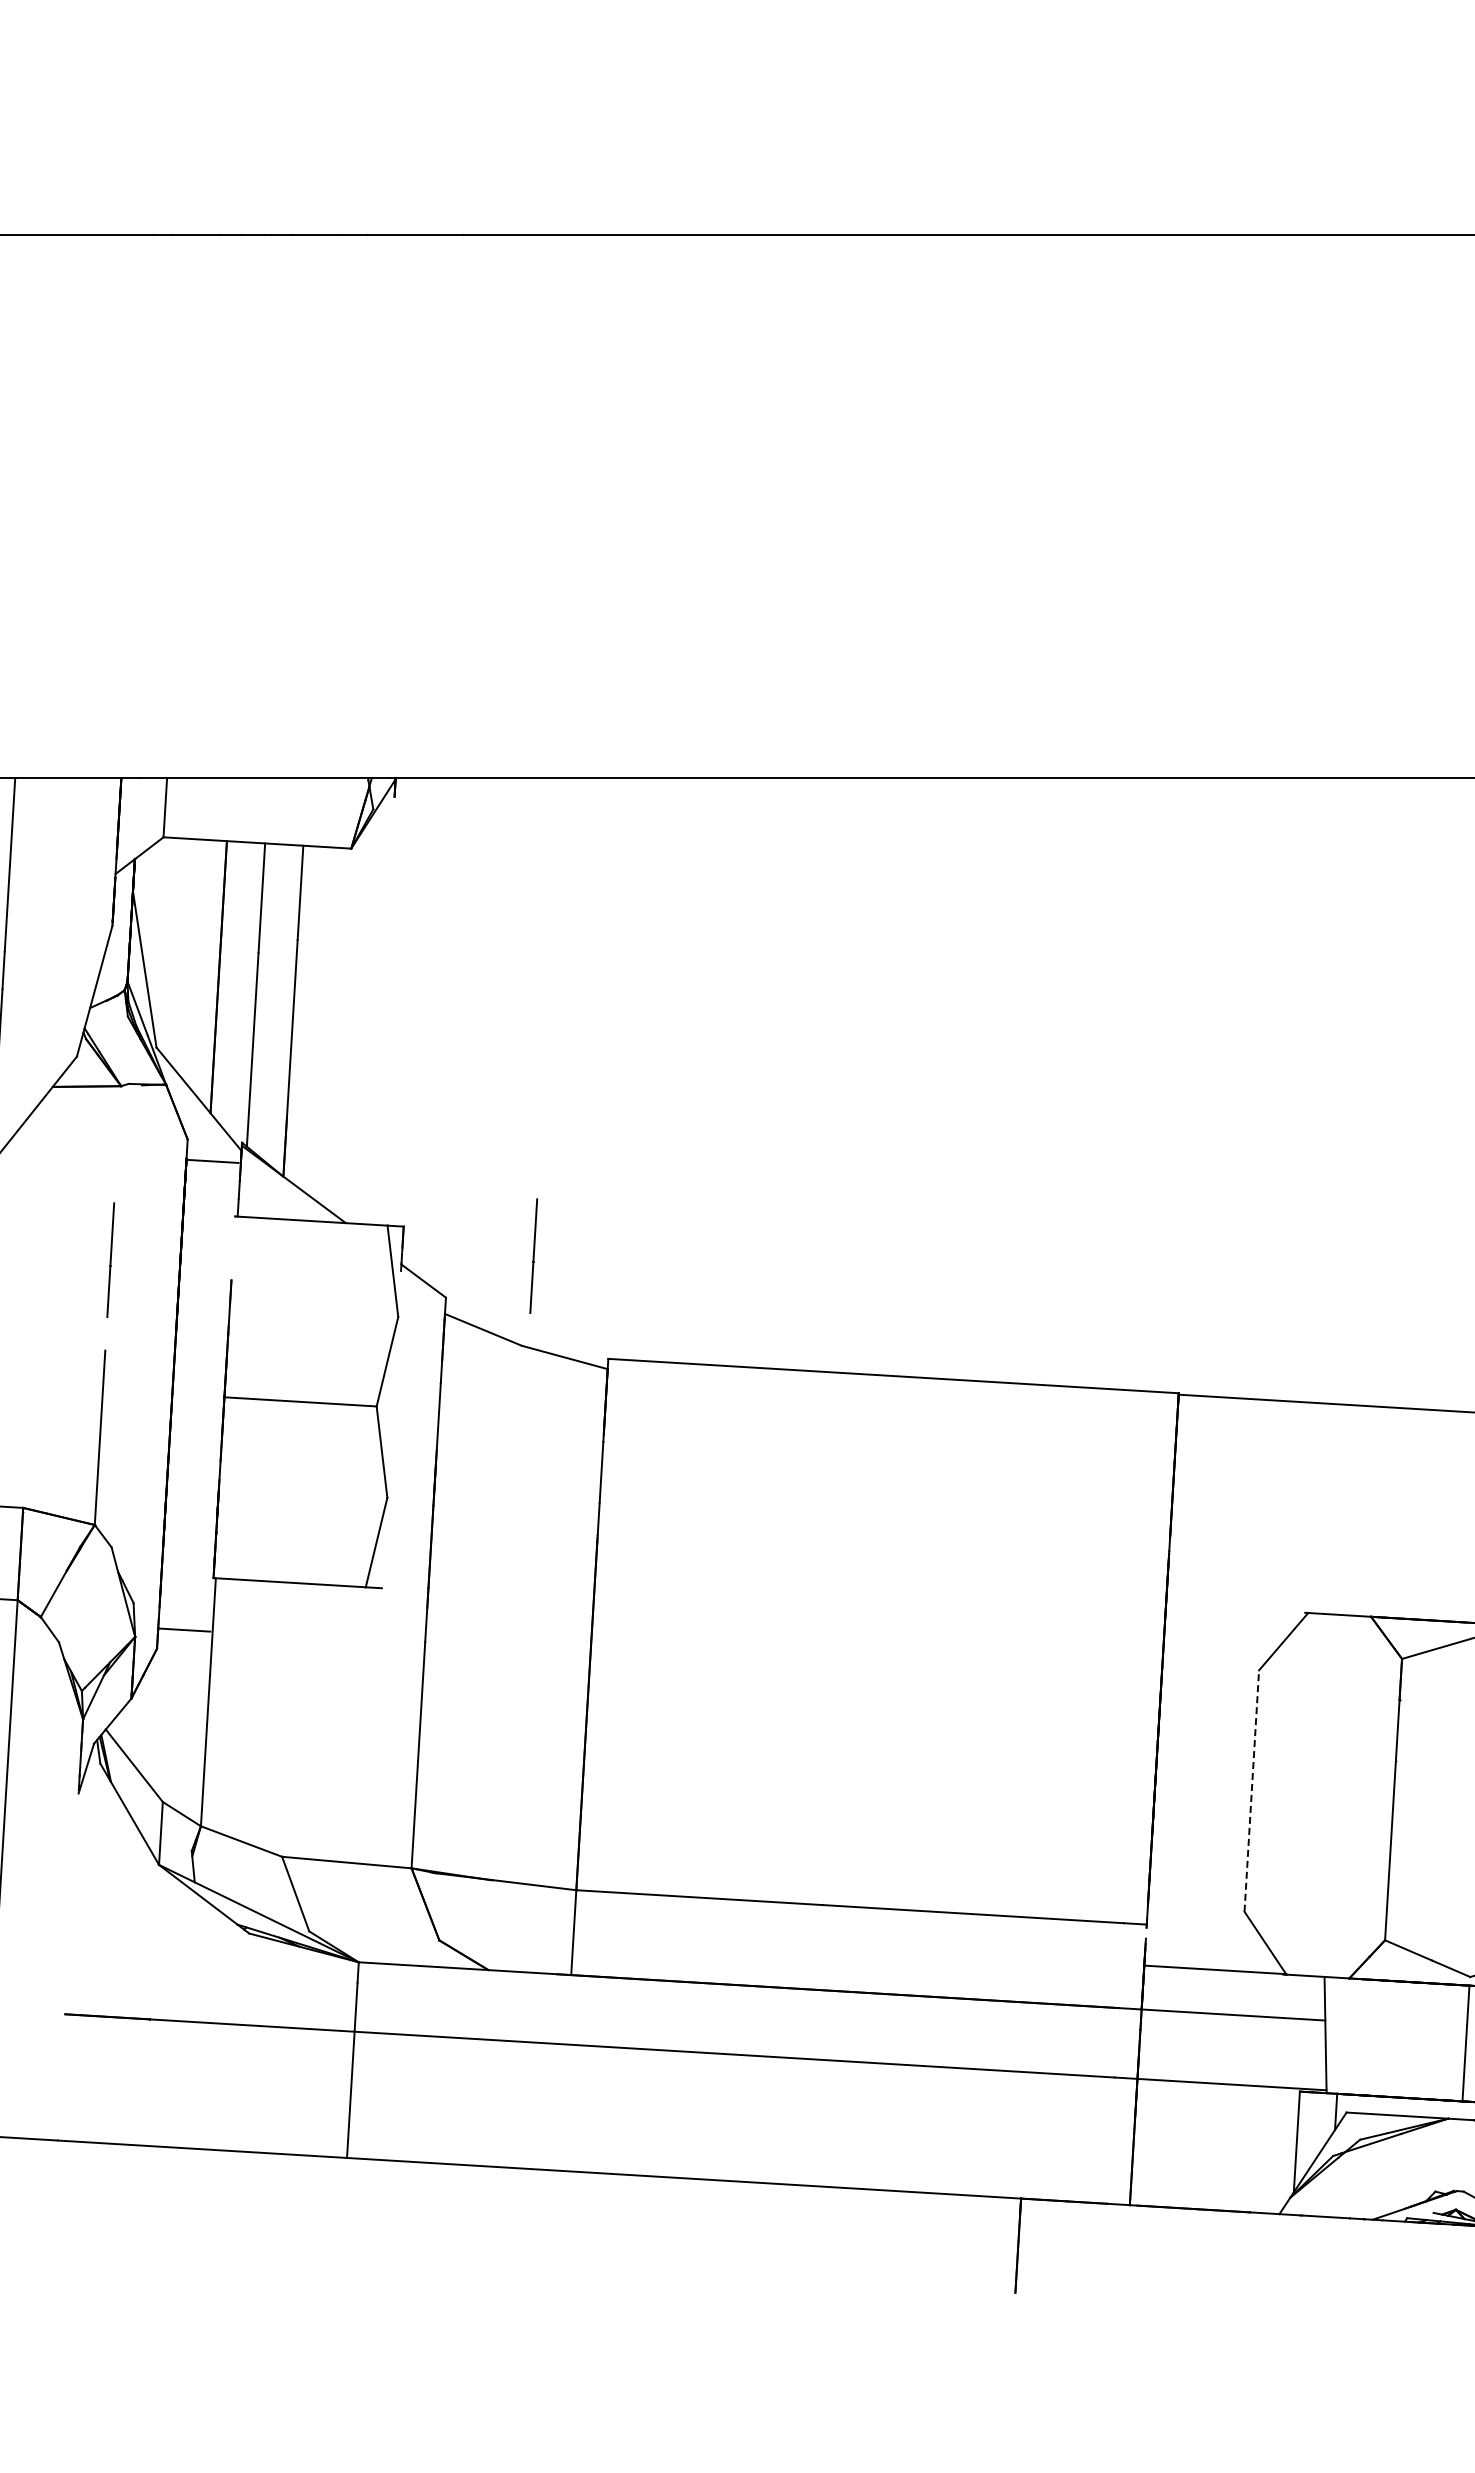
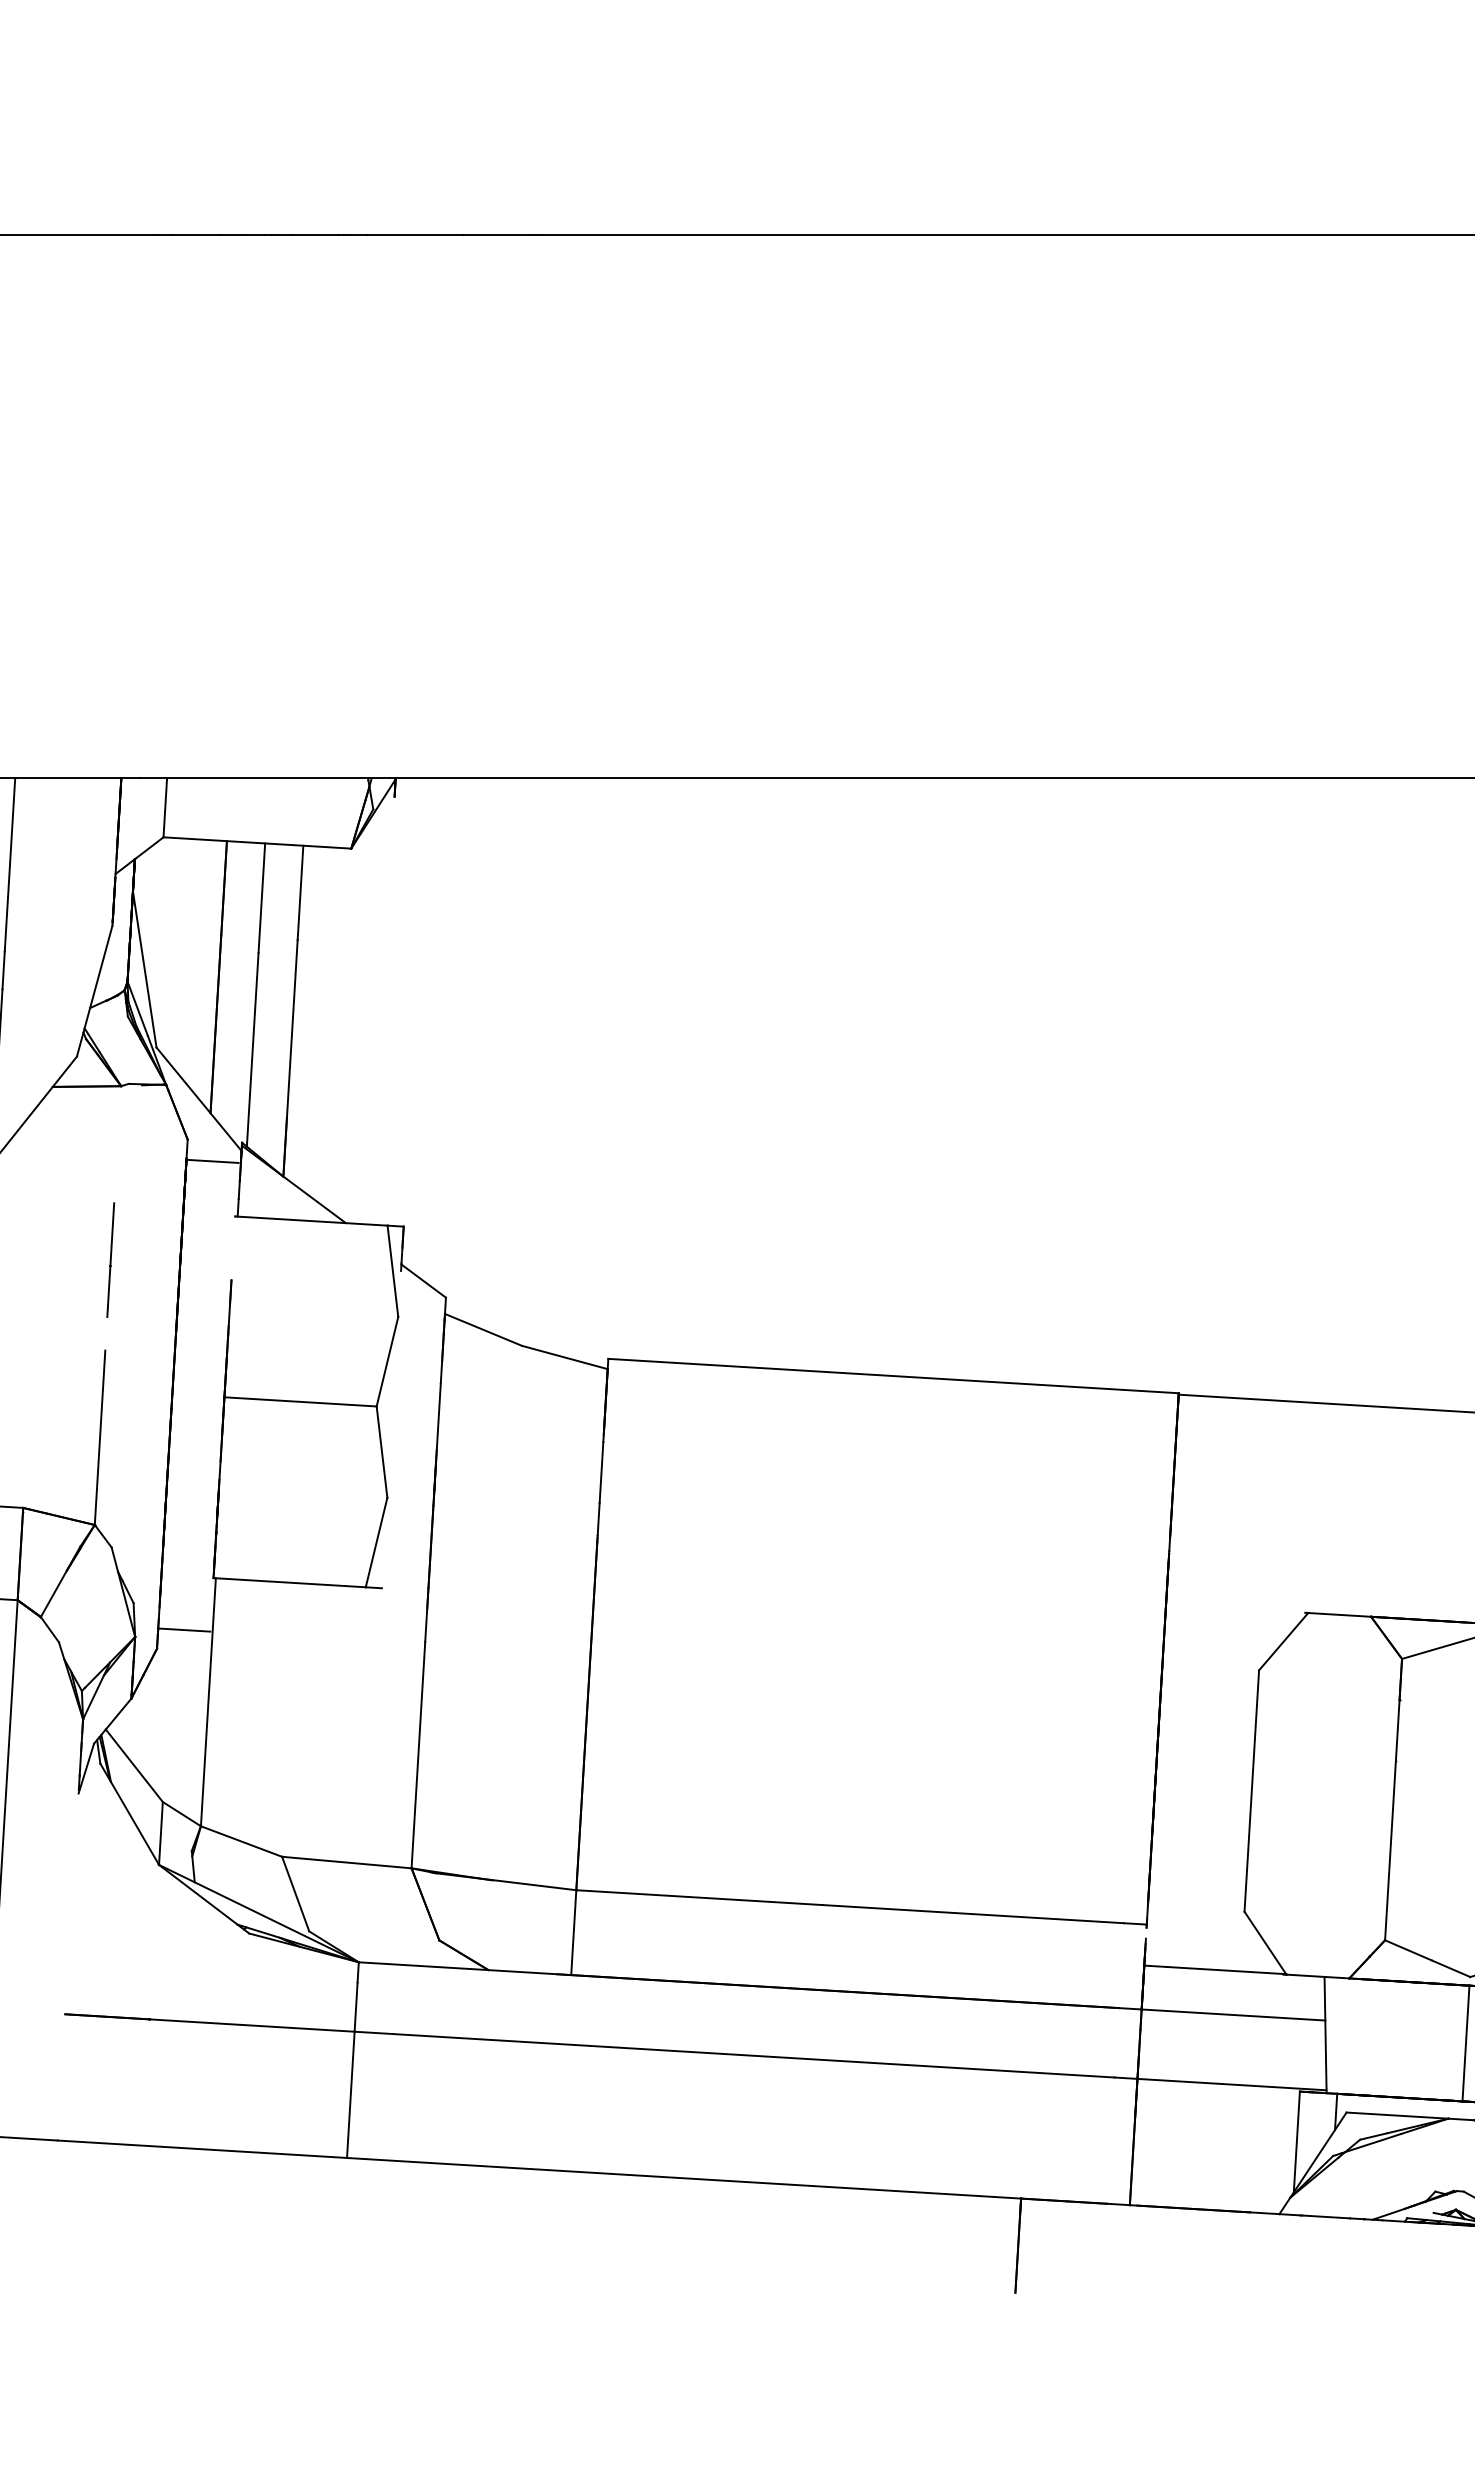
line at (533, 1255): present -> none
line at (1251, 1791): dashed -> solid
